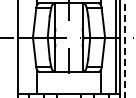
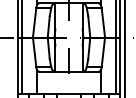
line at (22, 48): none -> present
line at (124, 48): dashed -> solid
